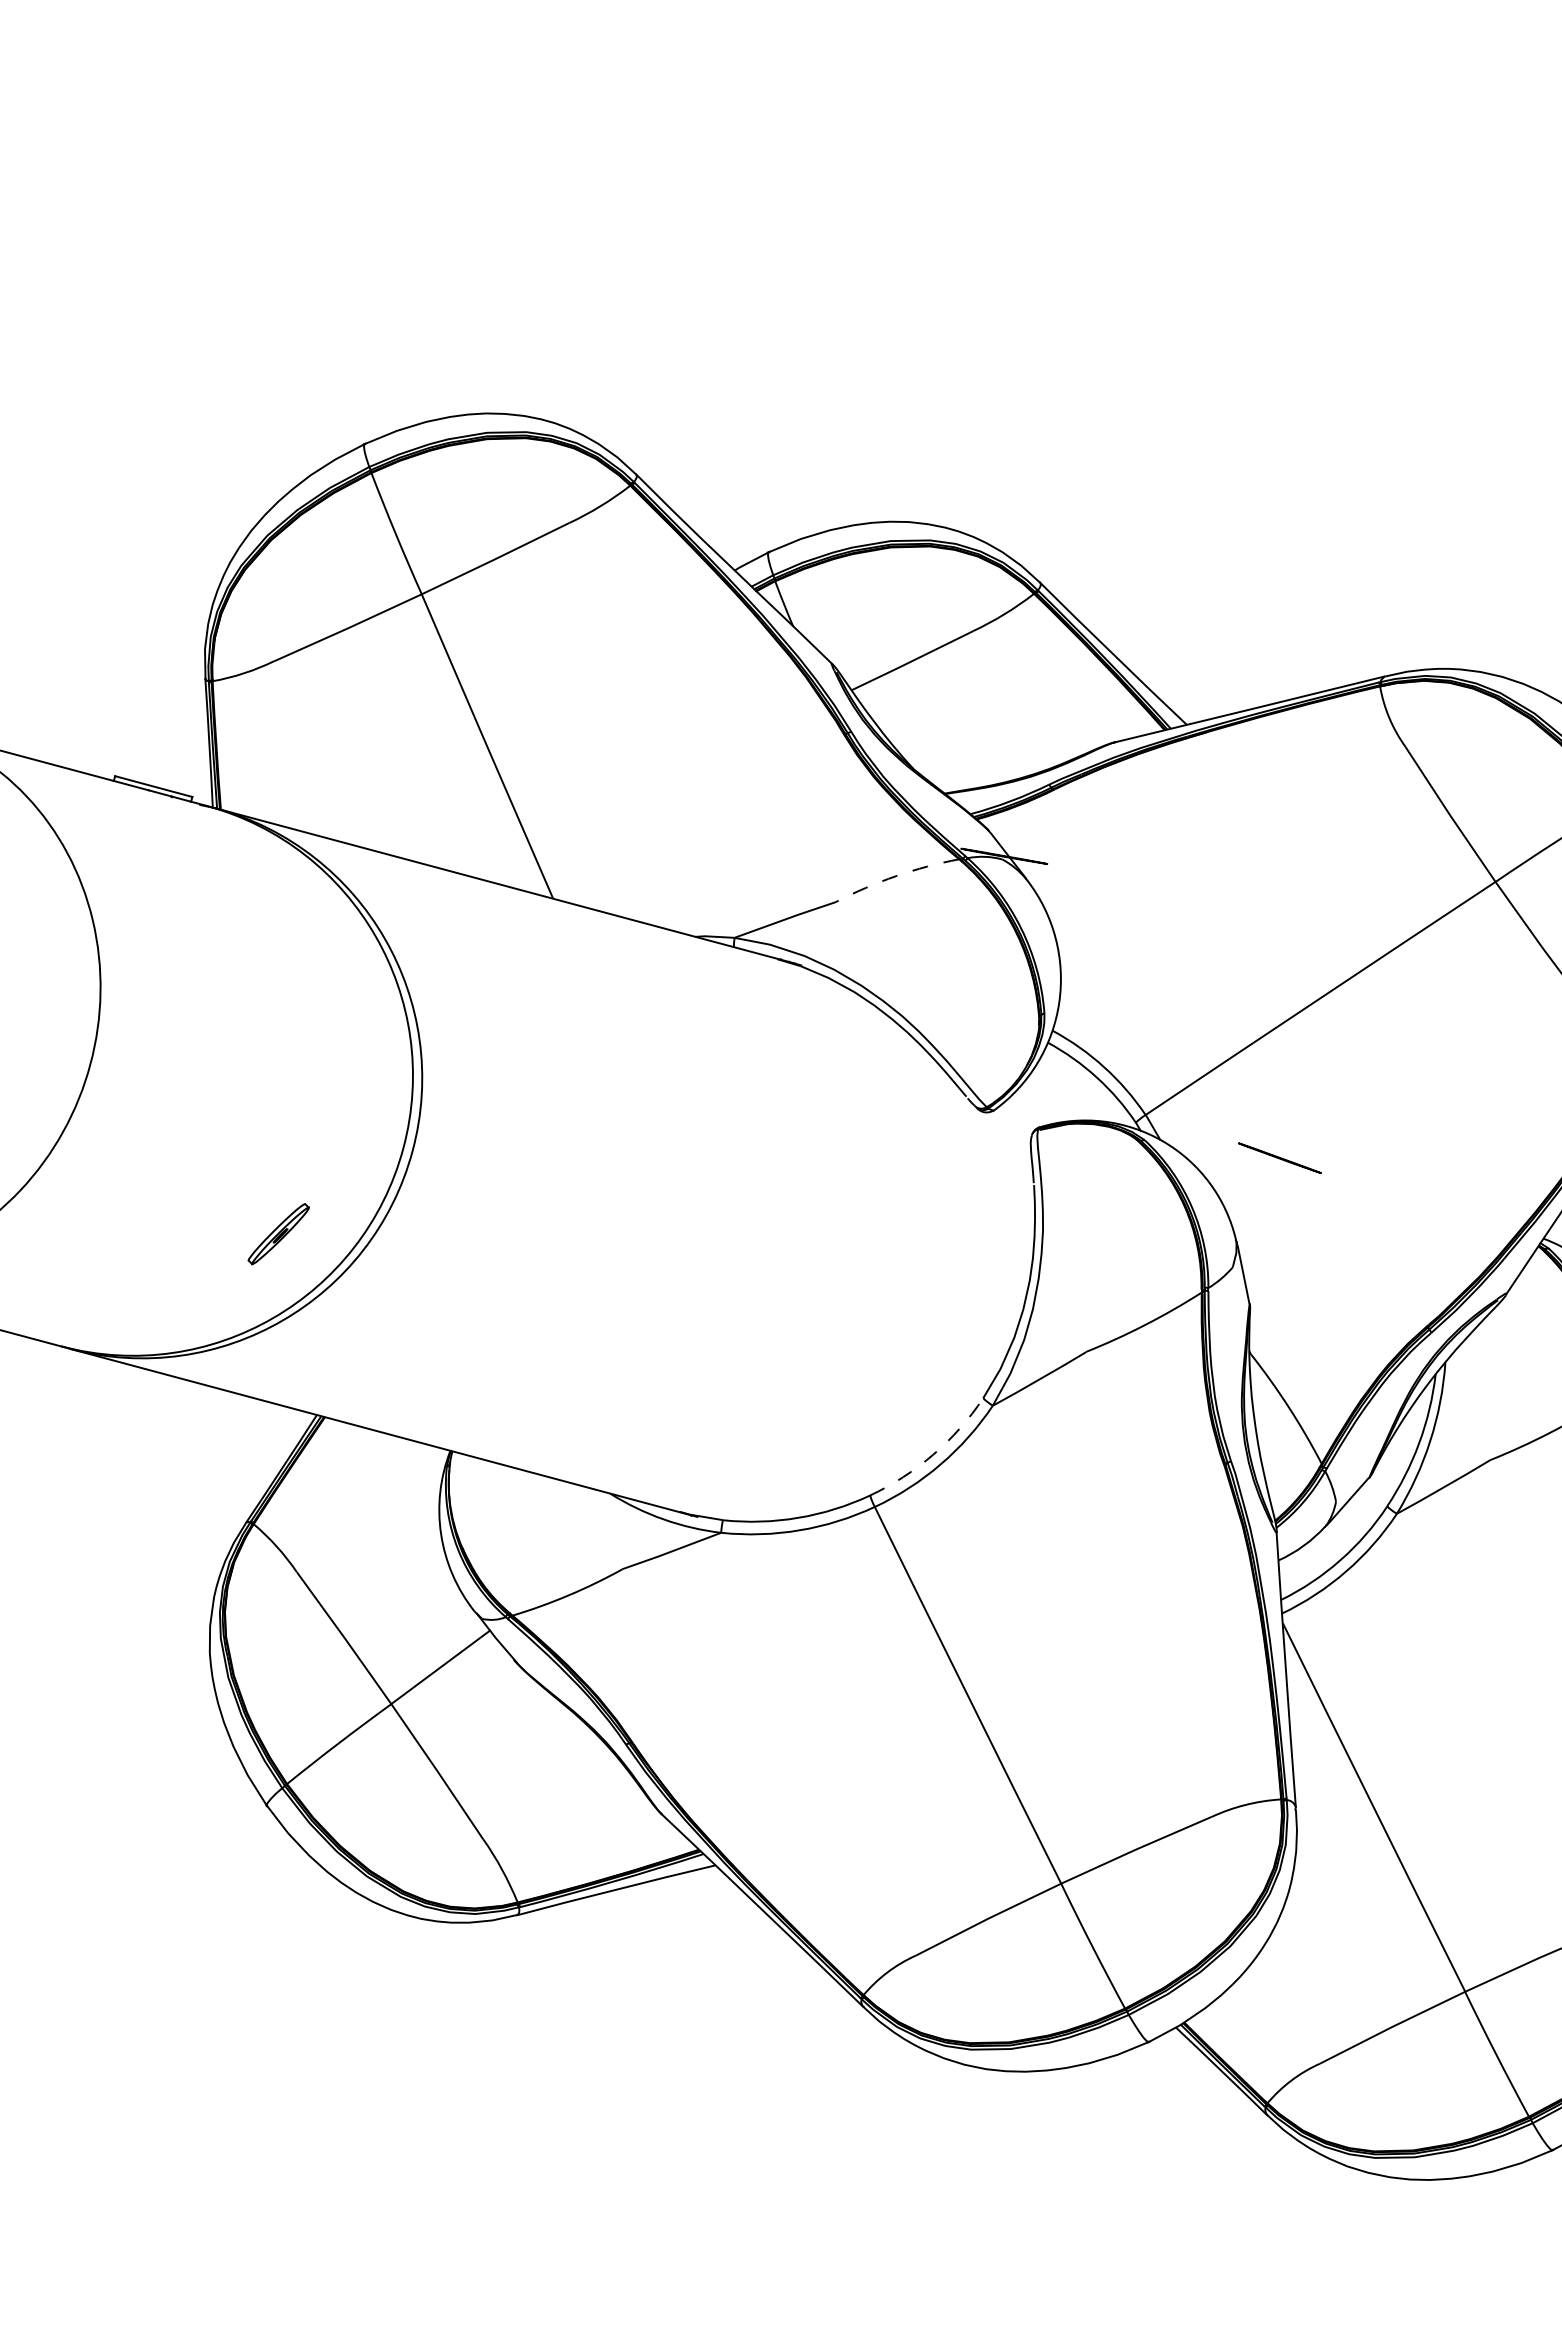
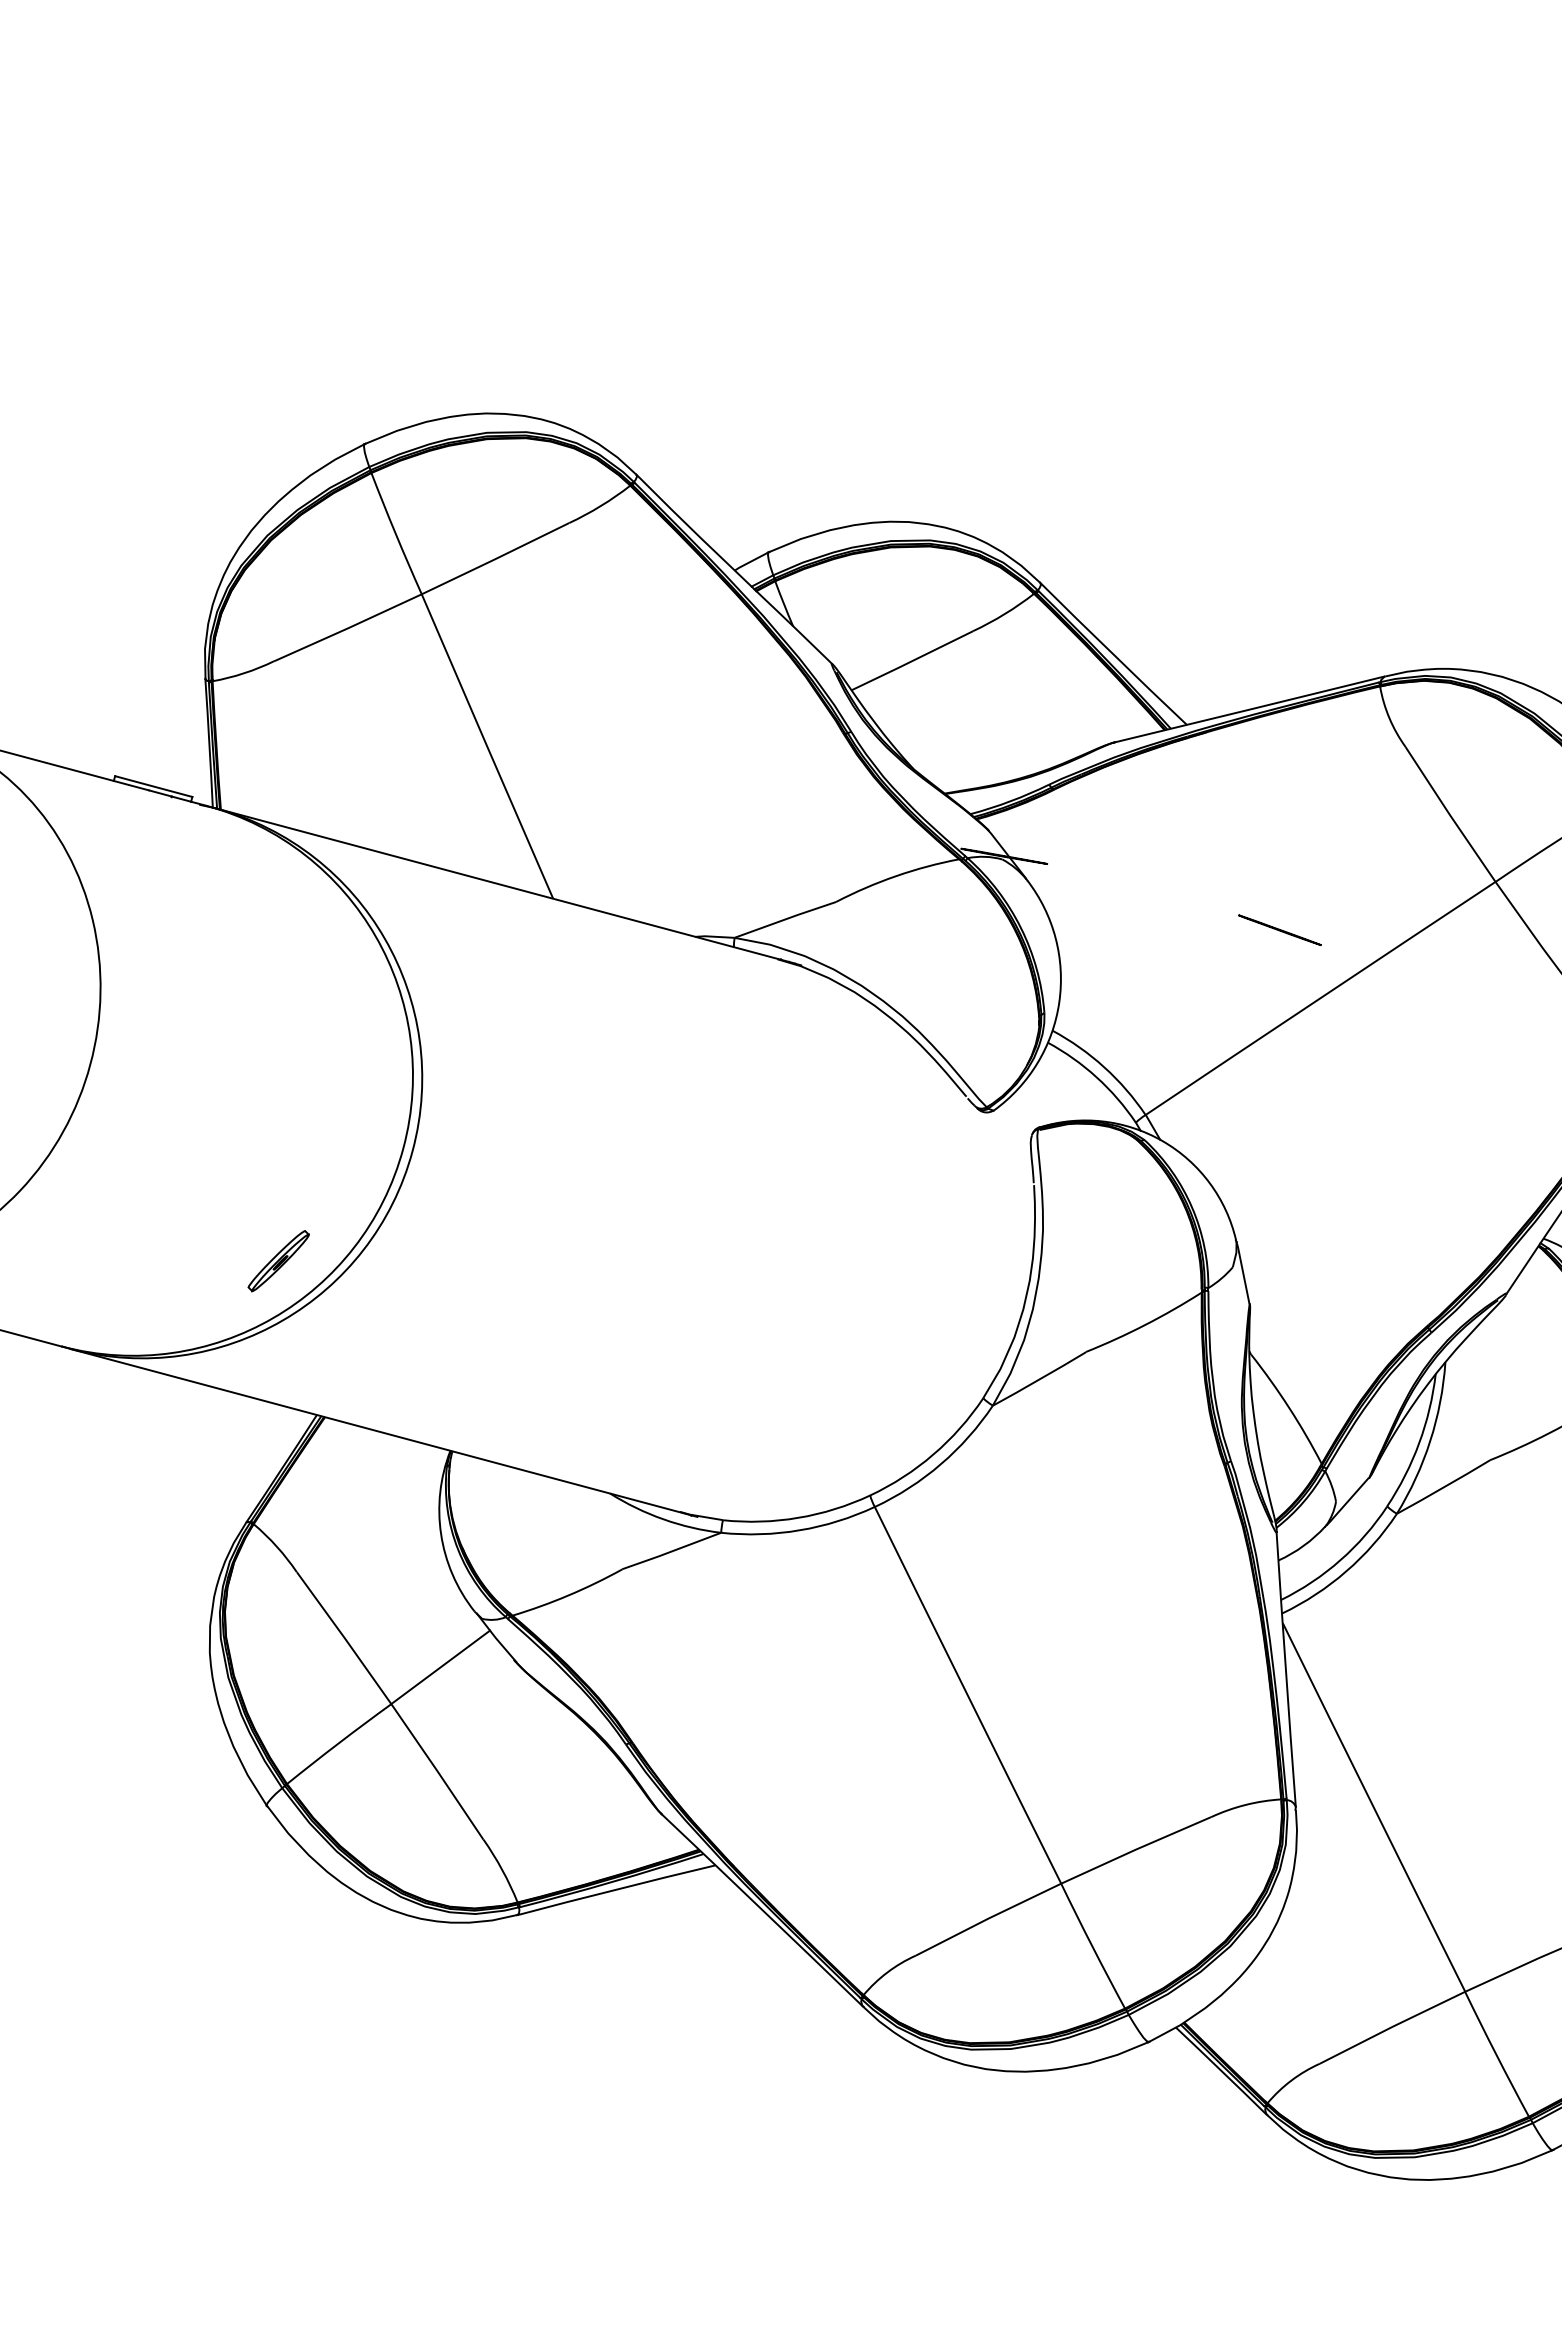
arc at (896, 876): dashed -> solid
line at (1279, 1157) position: (1279, 1157) -> (1279, 929)
part at (278, 1234) position: (278, 1234) -> (278, 1261)
arc at (933, 1454): dashed -> solid
